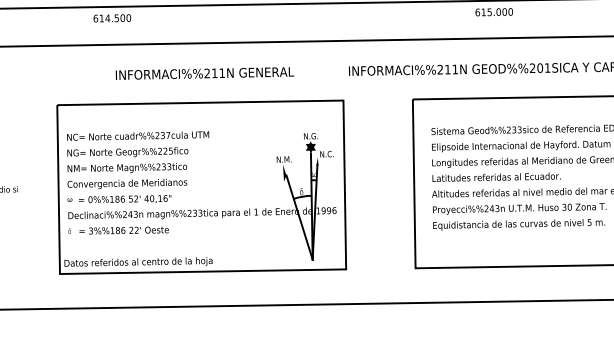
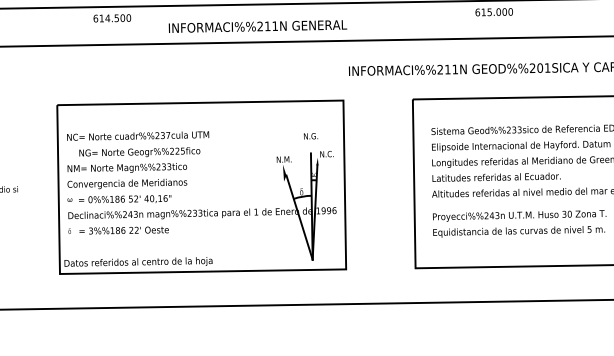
text at (204, 73) position: (204, 73) -> (257, 26)
fill at (310, 147): present -> none
text at (127, 152) position: (127, 152) -> (139, 152)
text at (519, 216) position: (519, 216) -> (519, 223)
